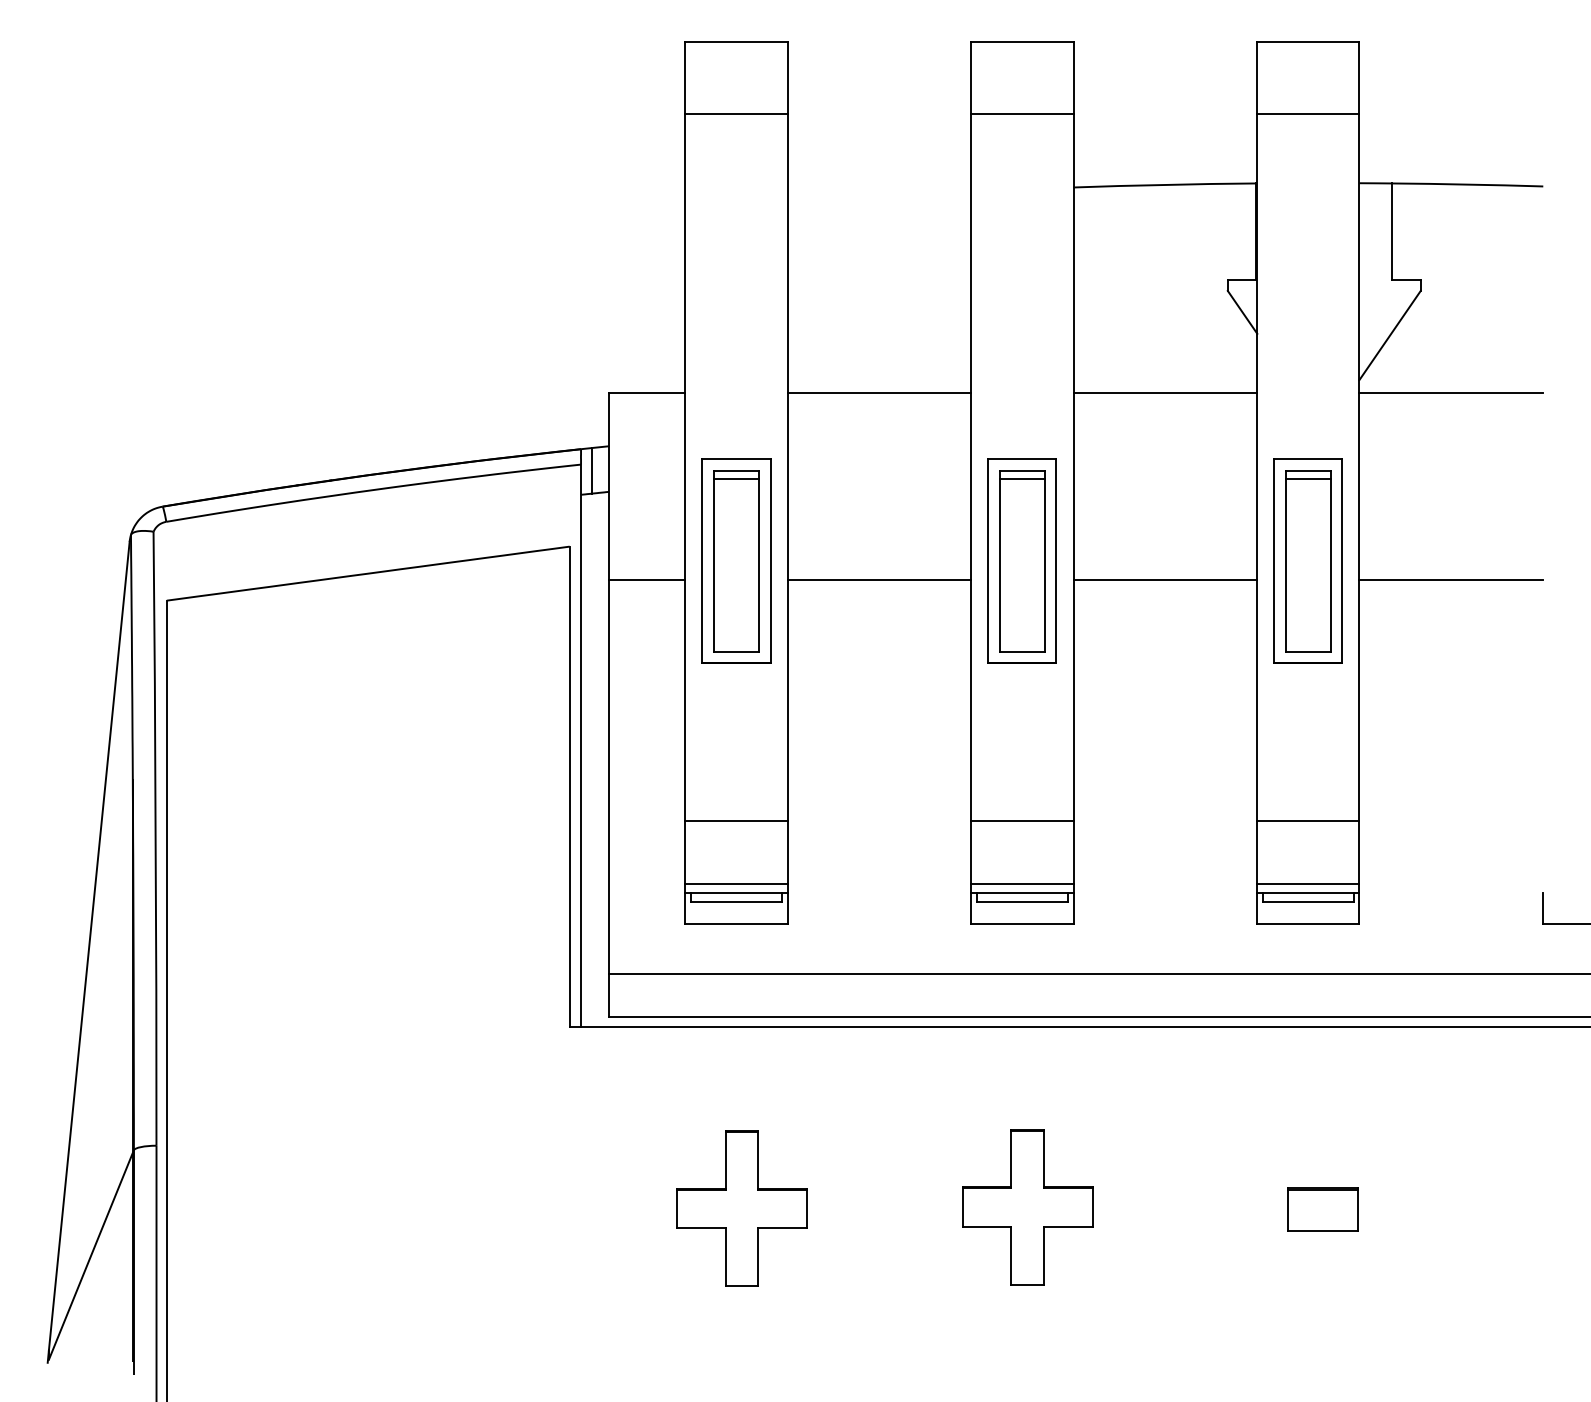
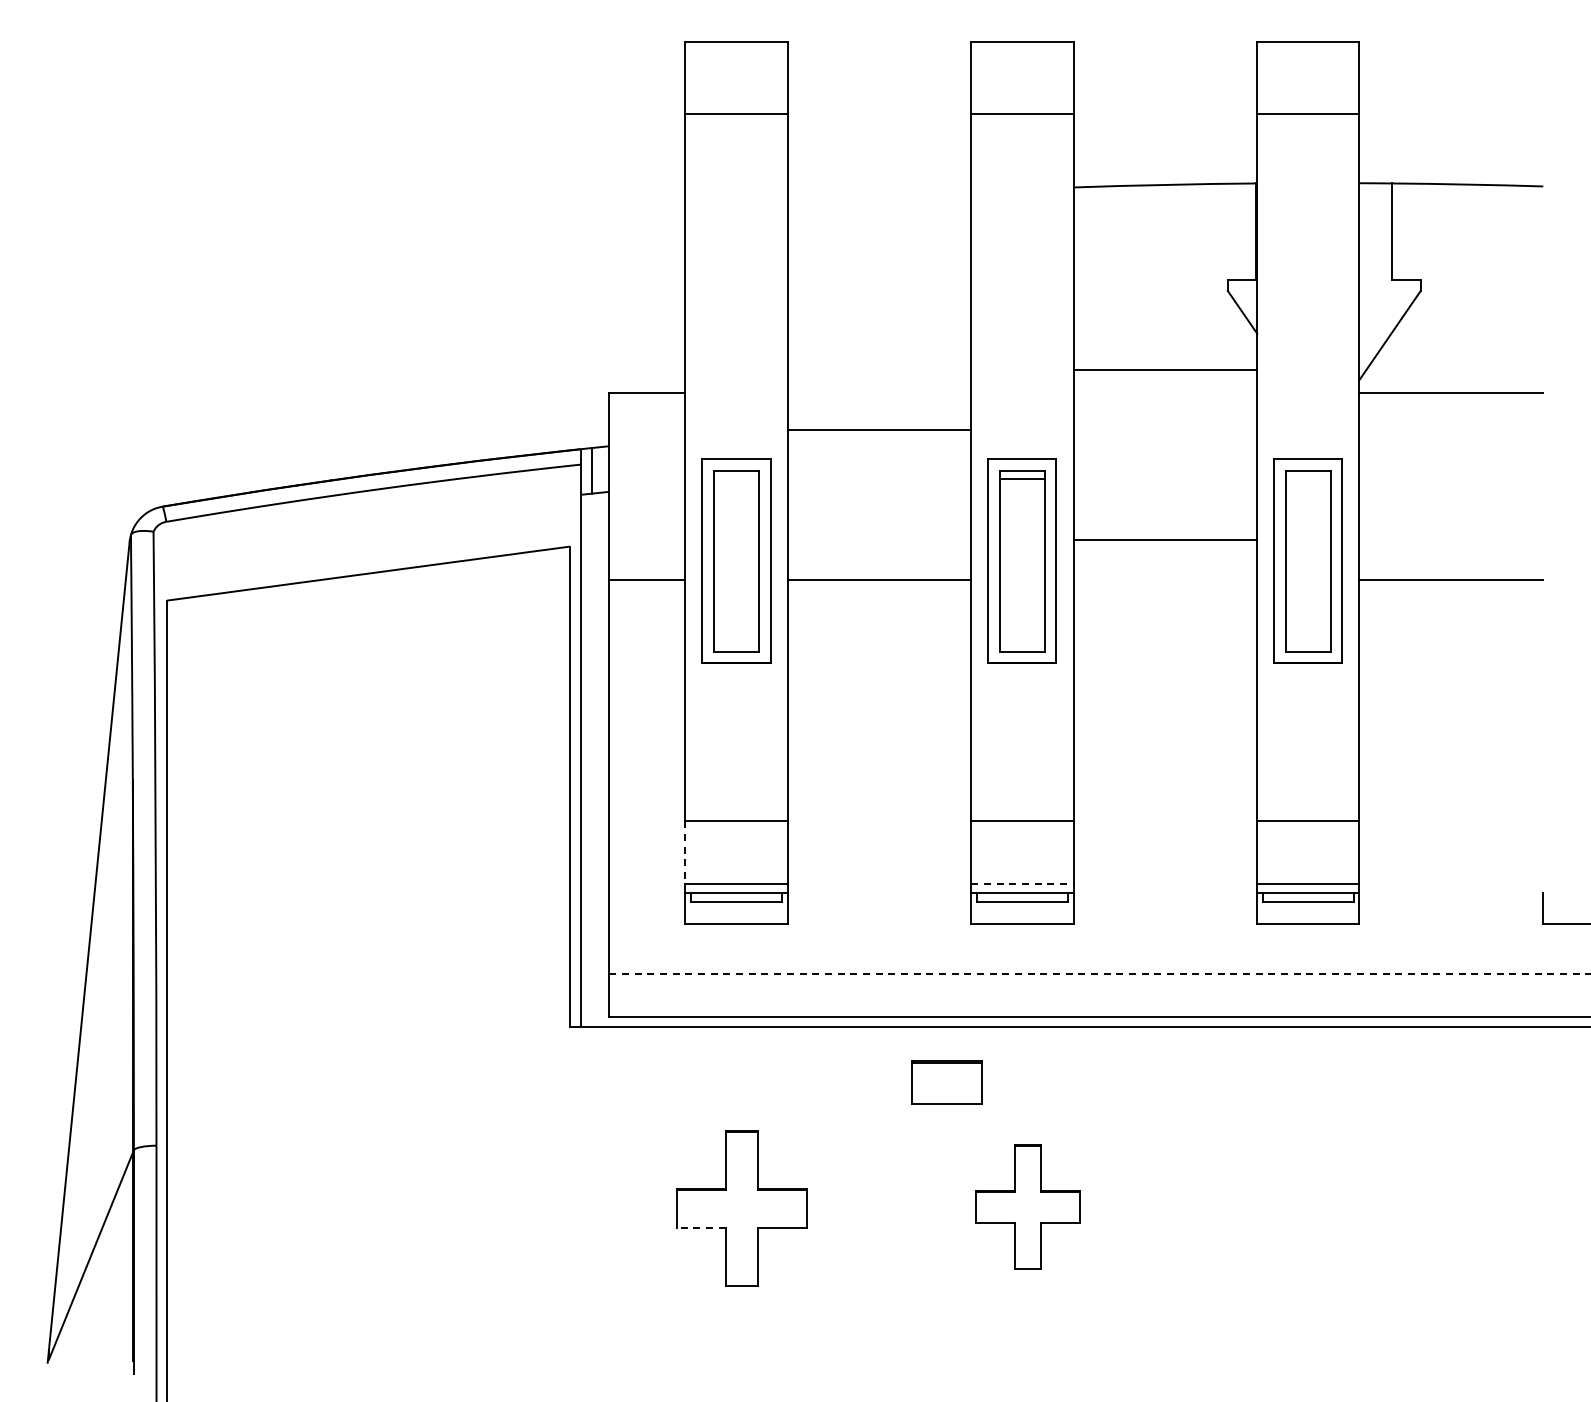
line at (879, 392) position: (879, 392) -> (879, 429)
line at (1165, 392) position: (1165, 392) -> (1165, 369)
line at (736, 479): present -> none
line at (1308, 479): present -> none
line at (1165, 579) position: (1165, 579) -> (1165, 539)
line at (685, 853): solid -> dashed
line at (1022, 884): solid -> dashed
line at (1100, 974): solid -> dashed
part at (1027, 1207) size: 132x157 px -> 106x126 px
part at (1322, 1209) position: (1322, 1209) -> (946, 1082)
line at (700, 1228): solid -> dashed
